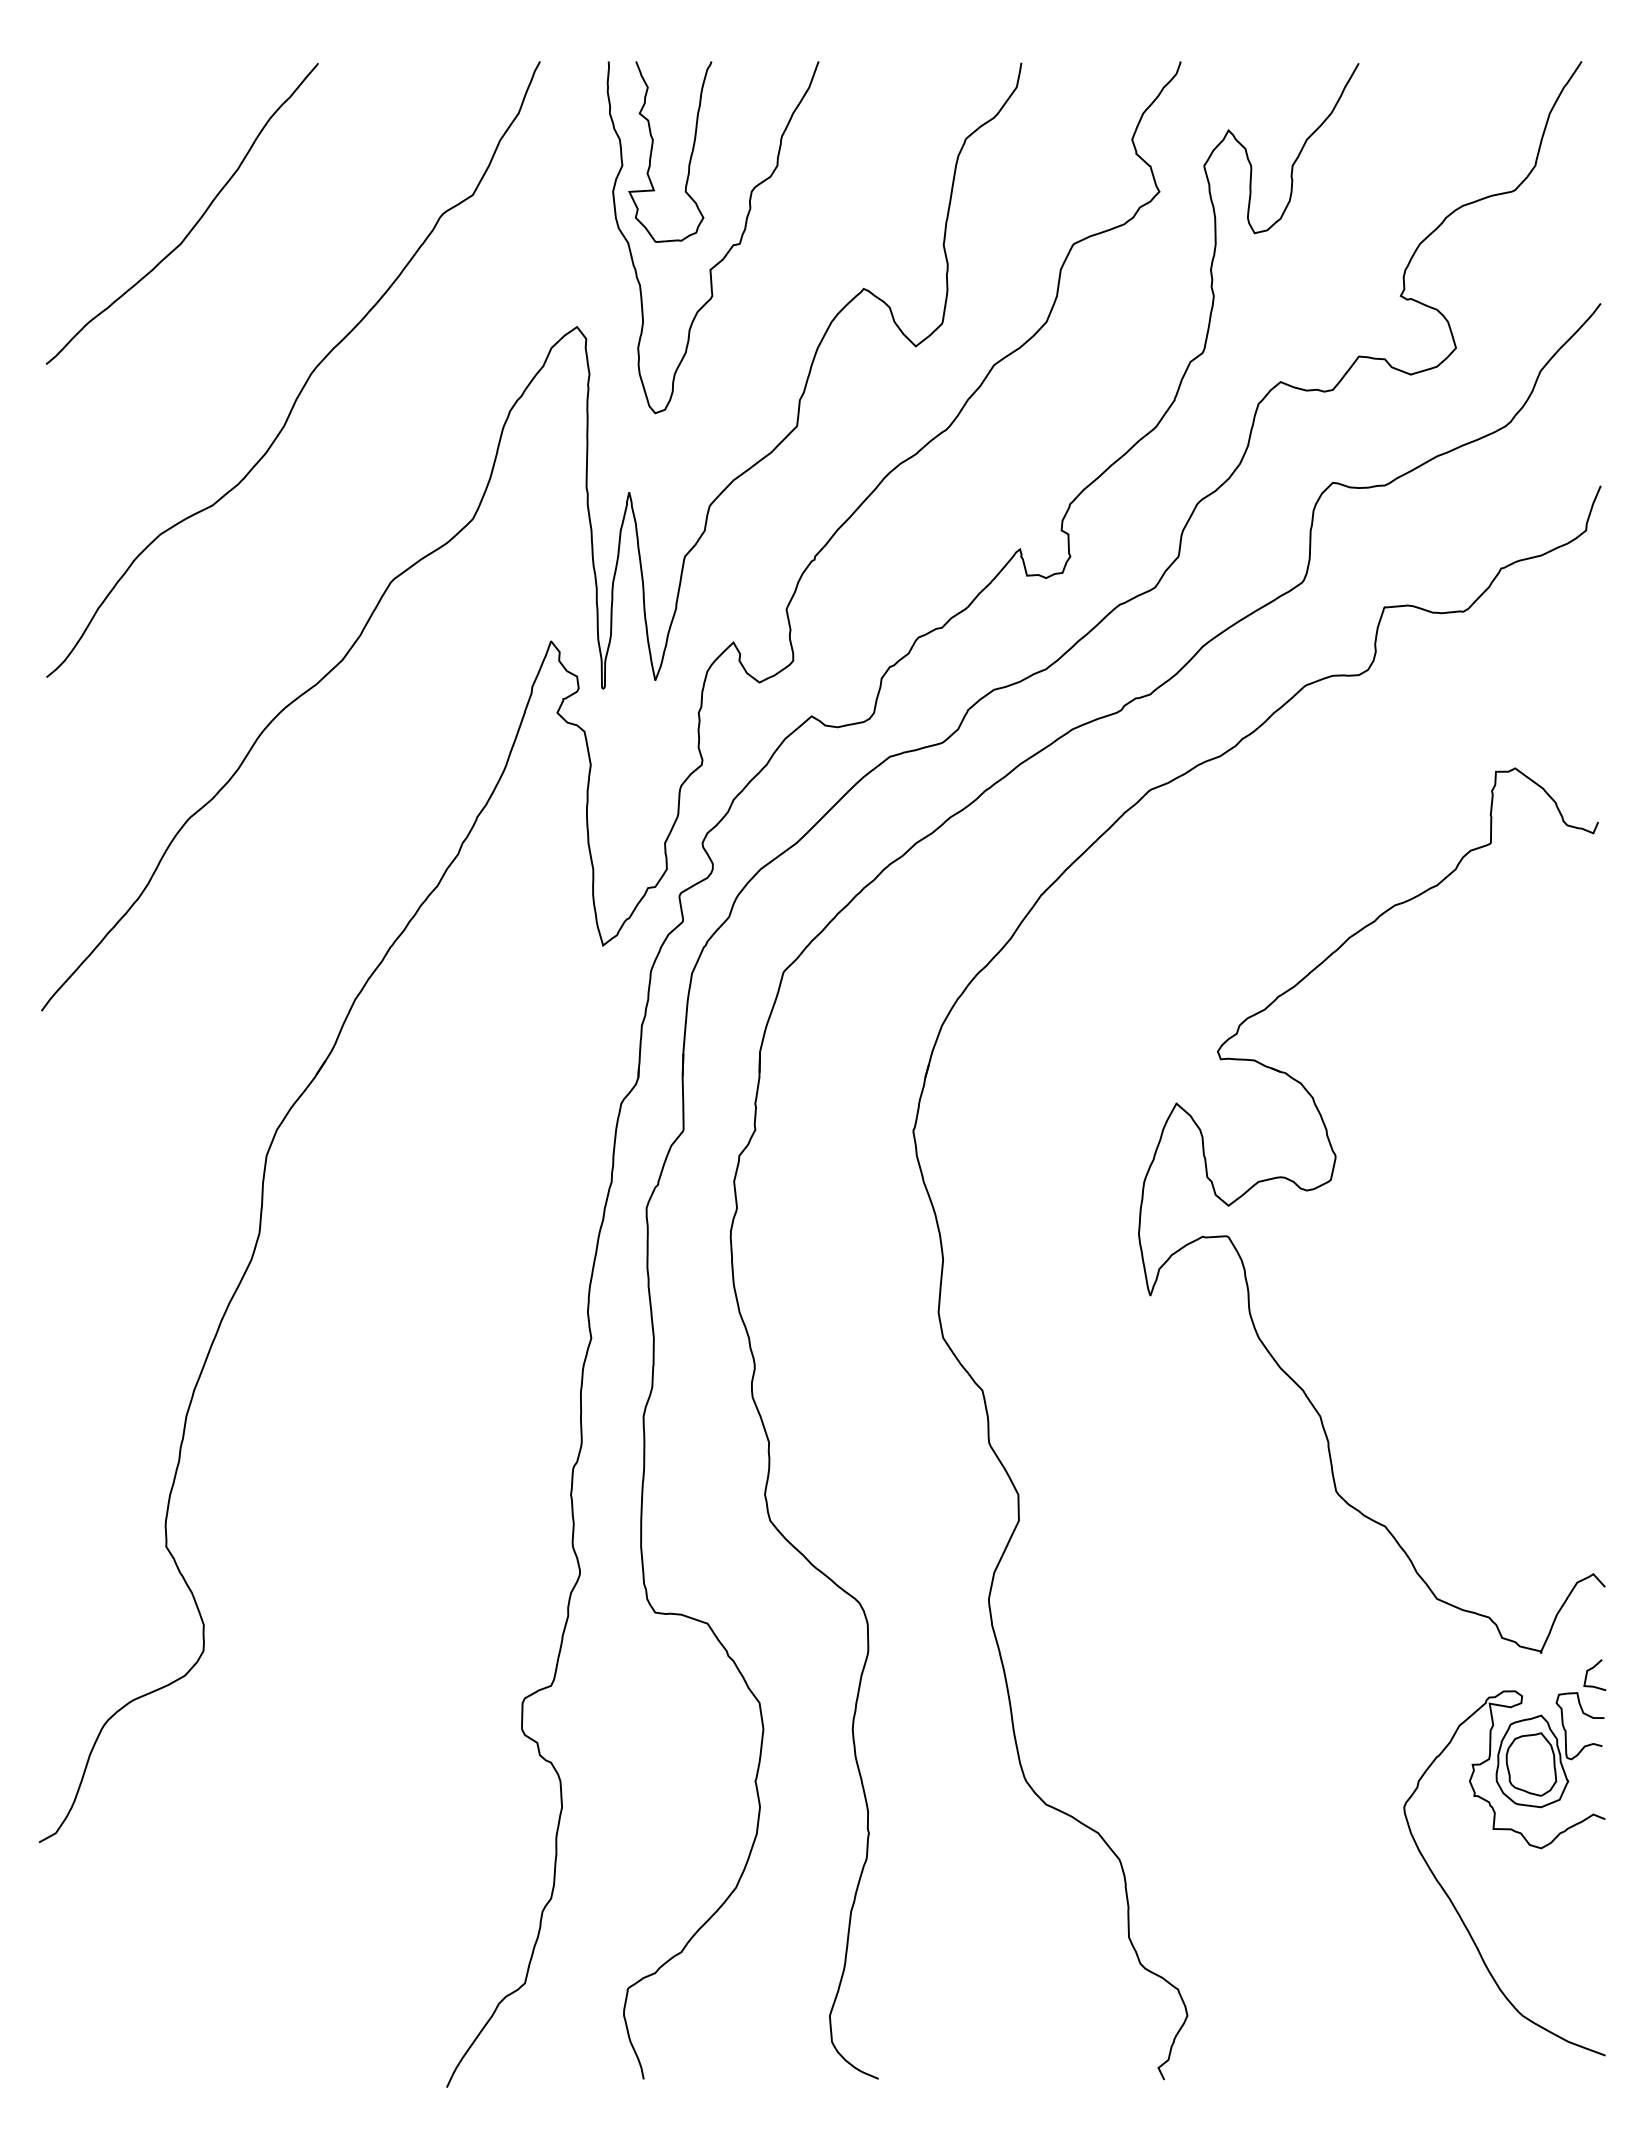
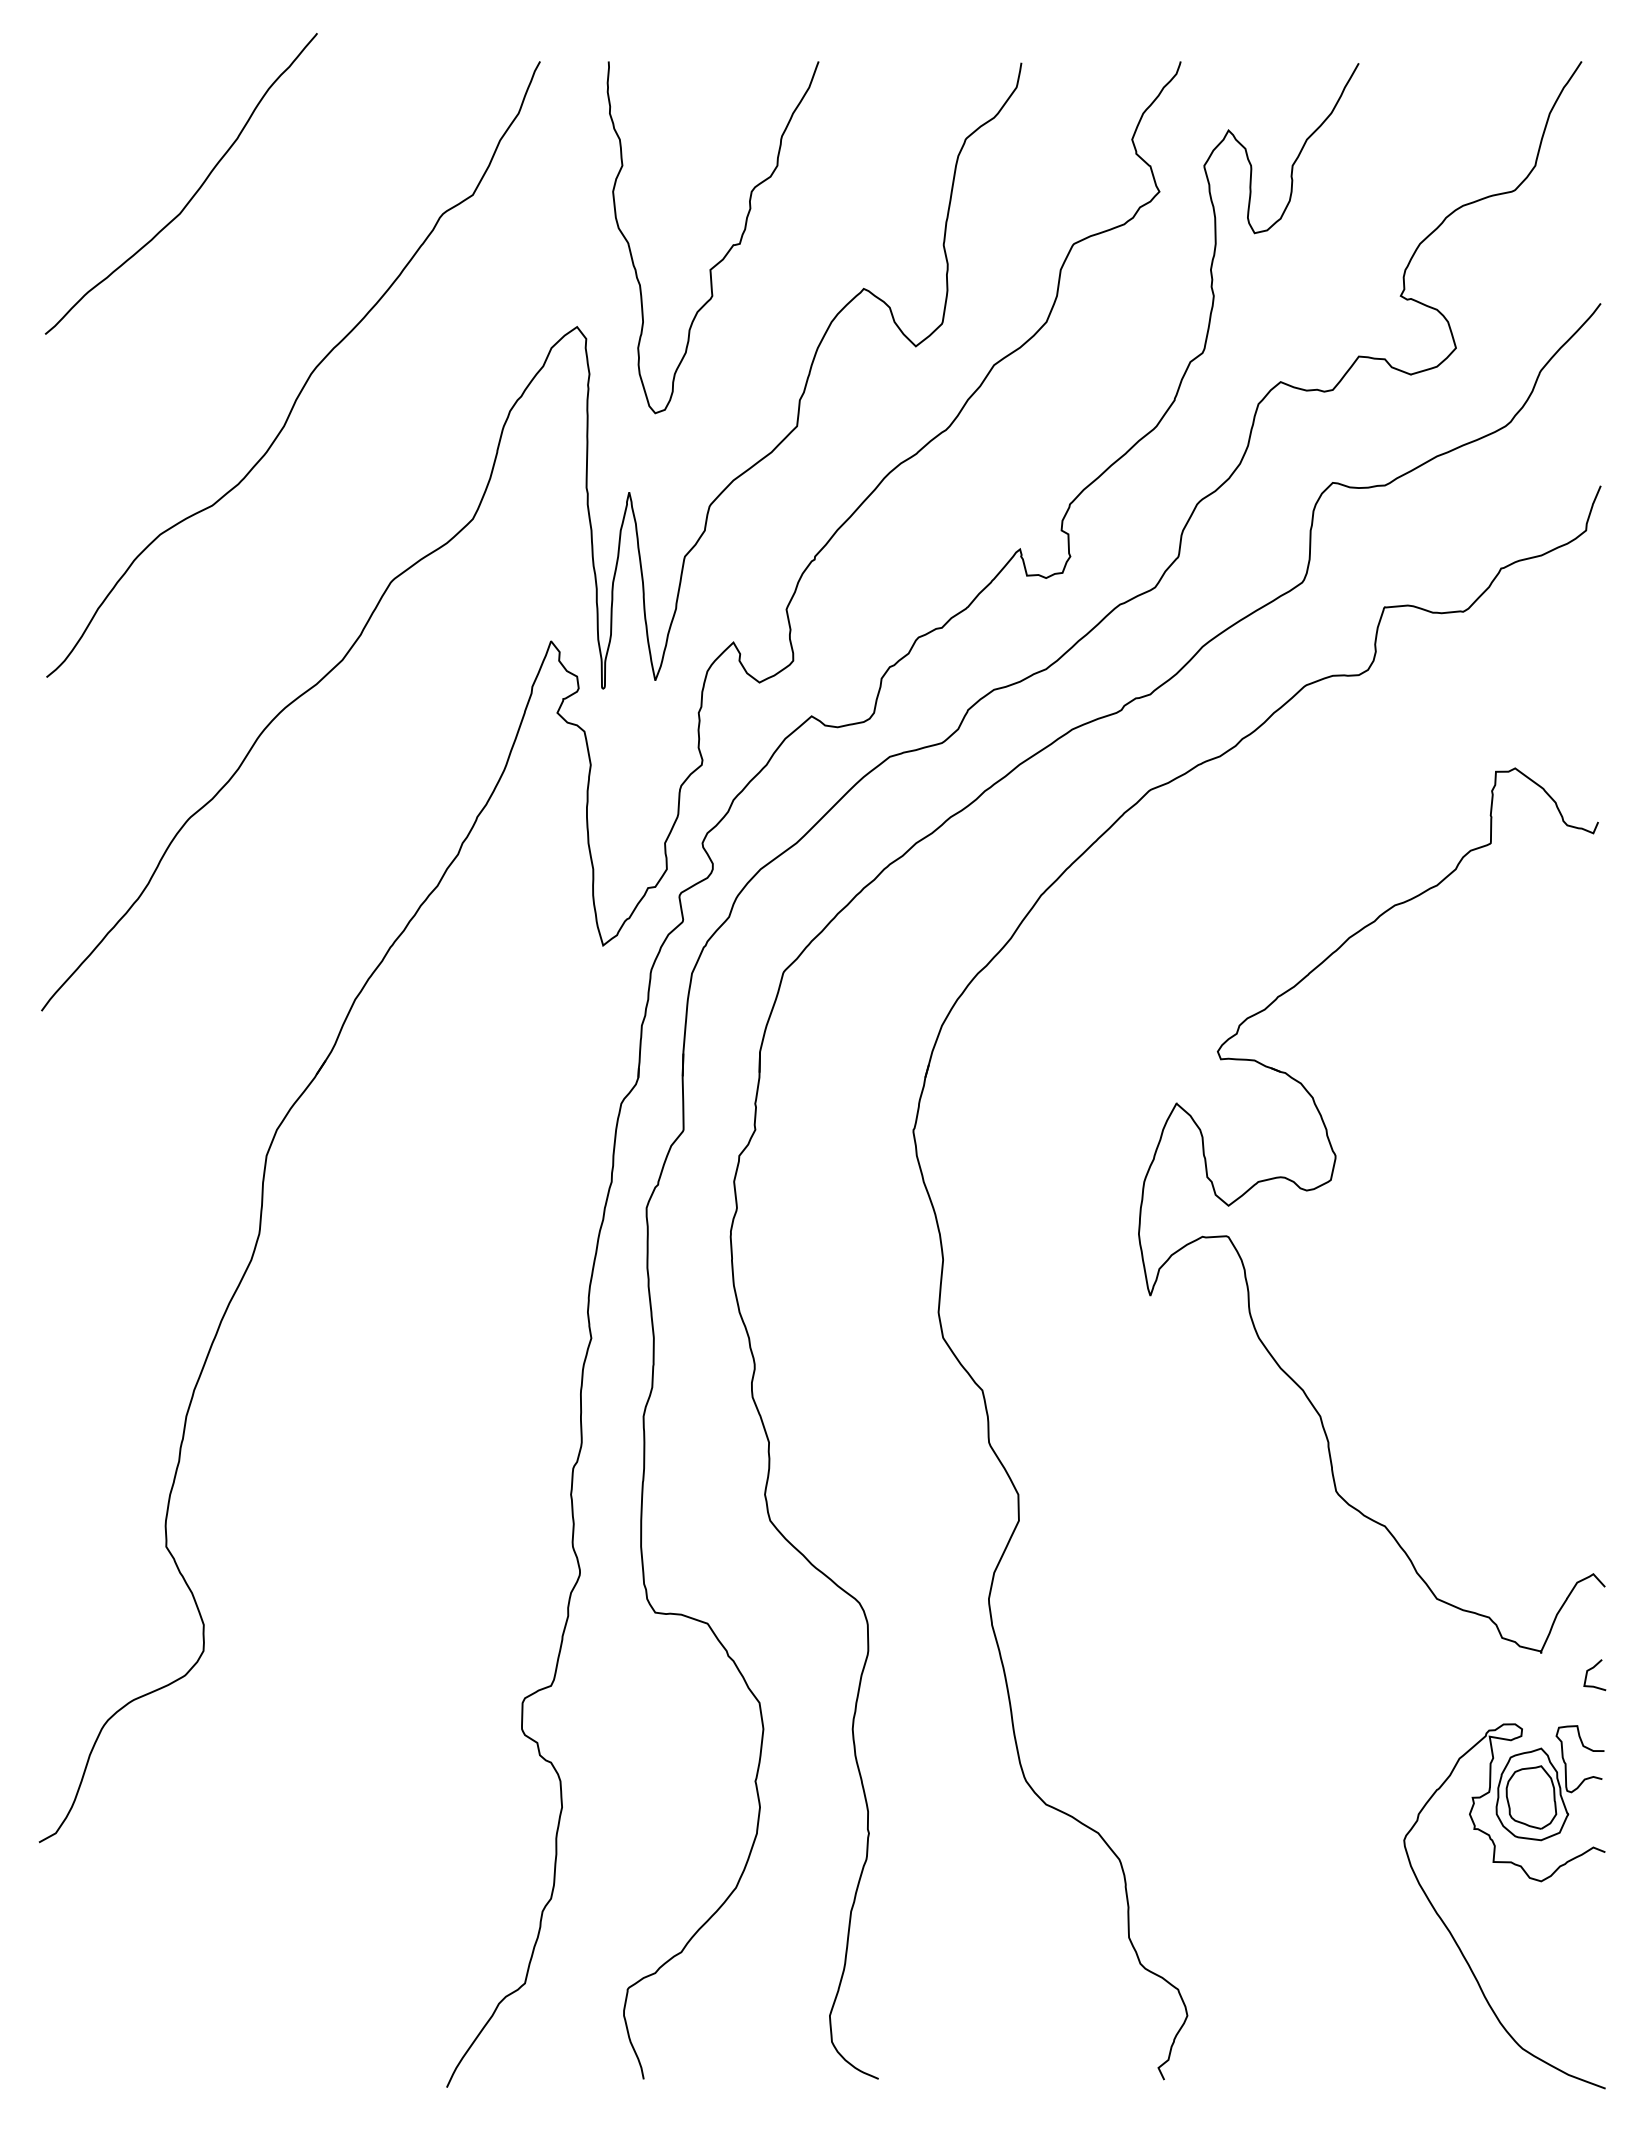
curve at (652, 151): present -> none
curve at (193, 225) position: (193, 225) -> (192, 195)
part at (1530, 1846) position: (1530, 1846) -> (1530, 1879)
